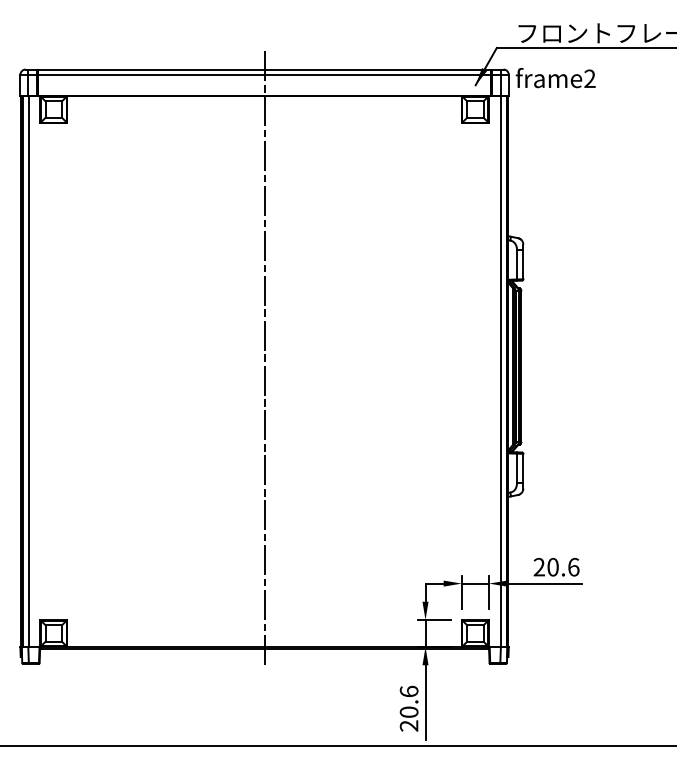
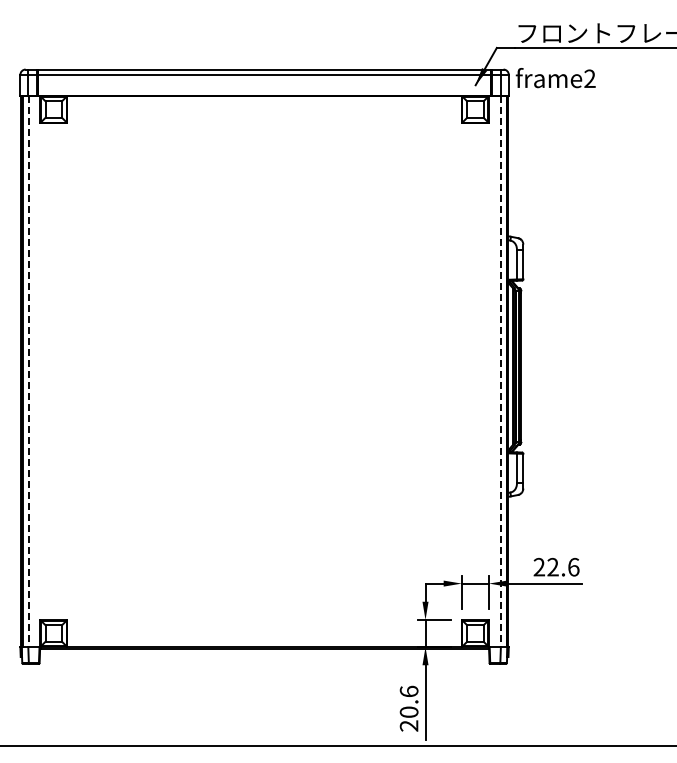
line at (264, 359): present -> none
line at (28, 371): solid -> dashed
line at (500, 371): solid -> dashed
text at (552, 567): 20.6 -> 22.6
